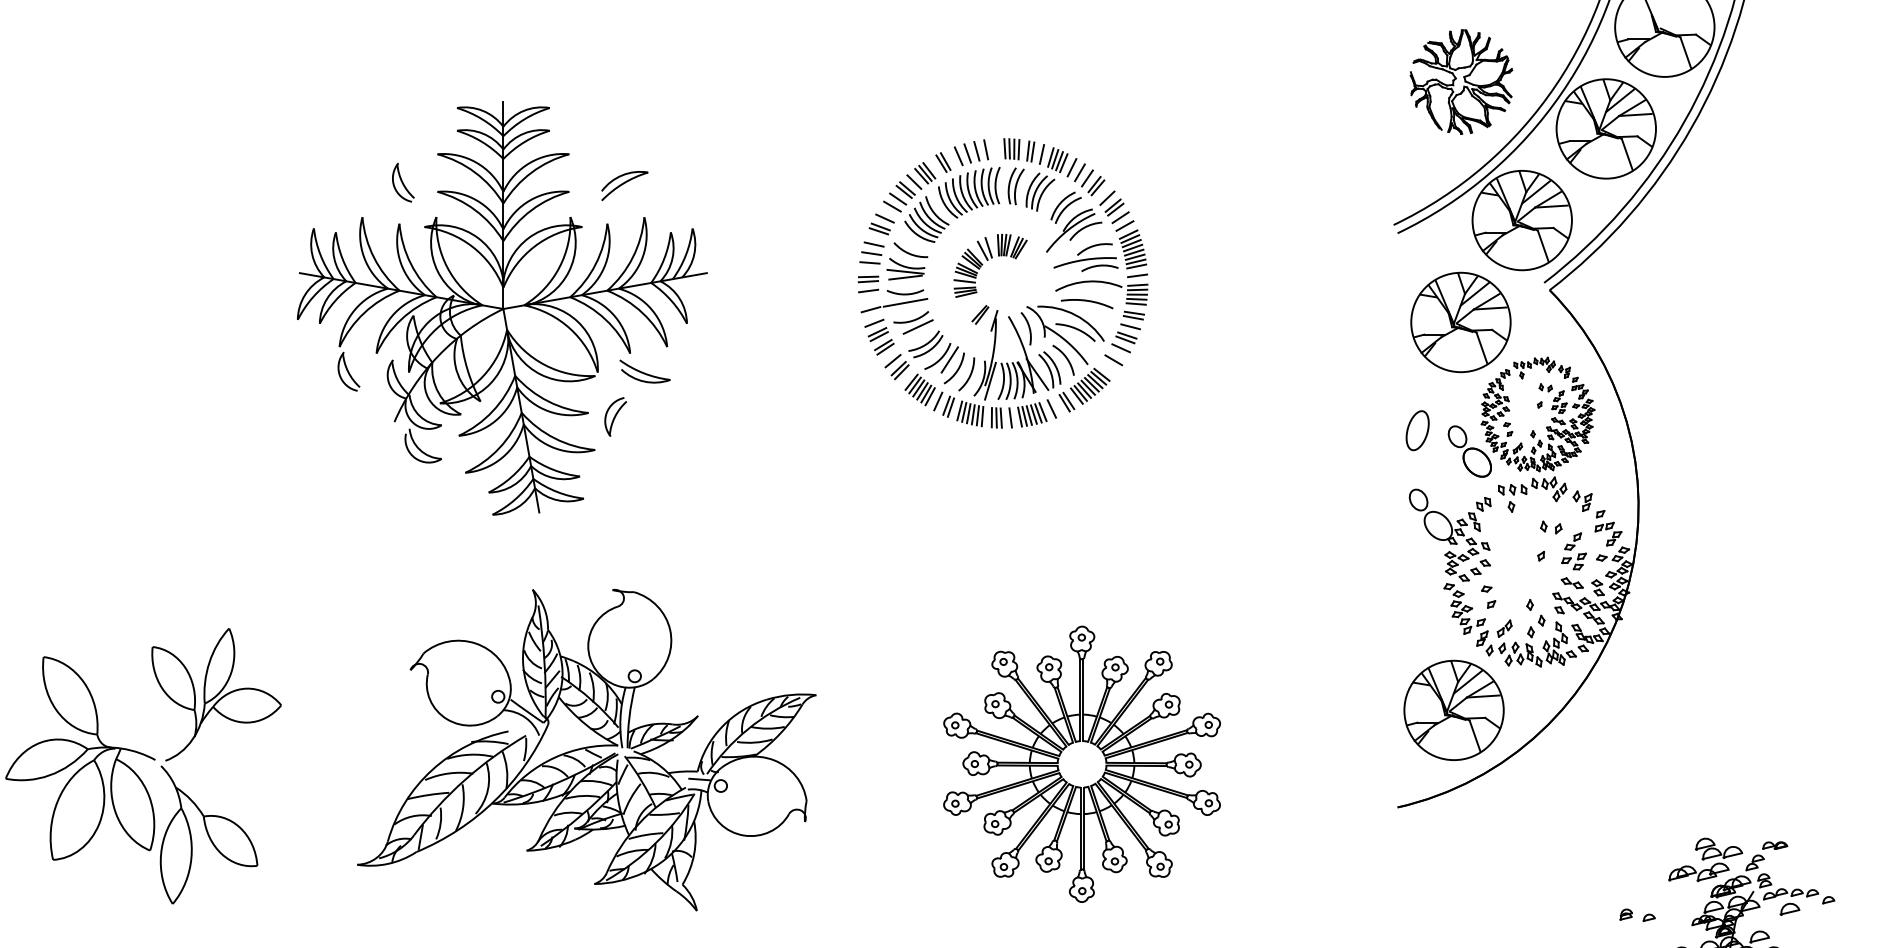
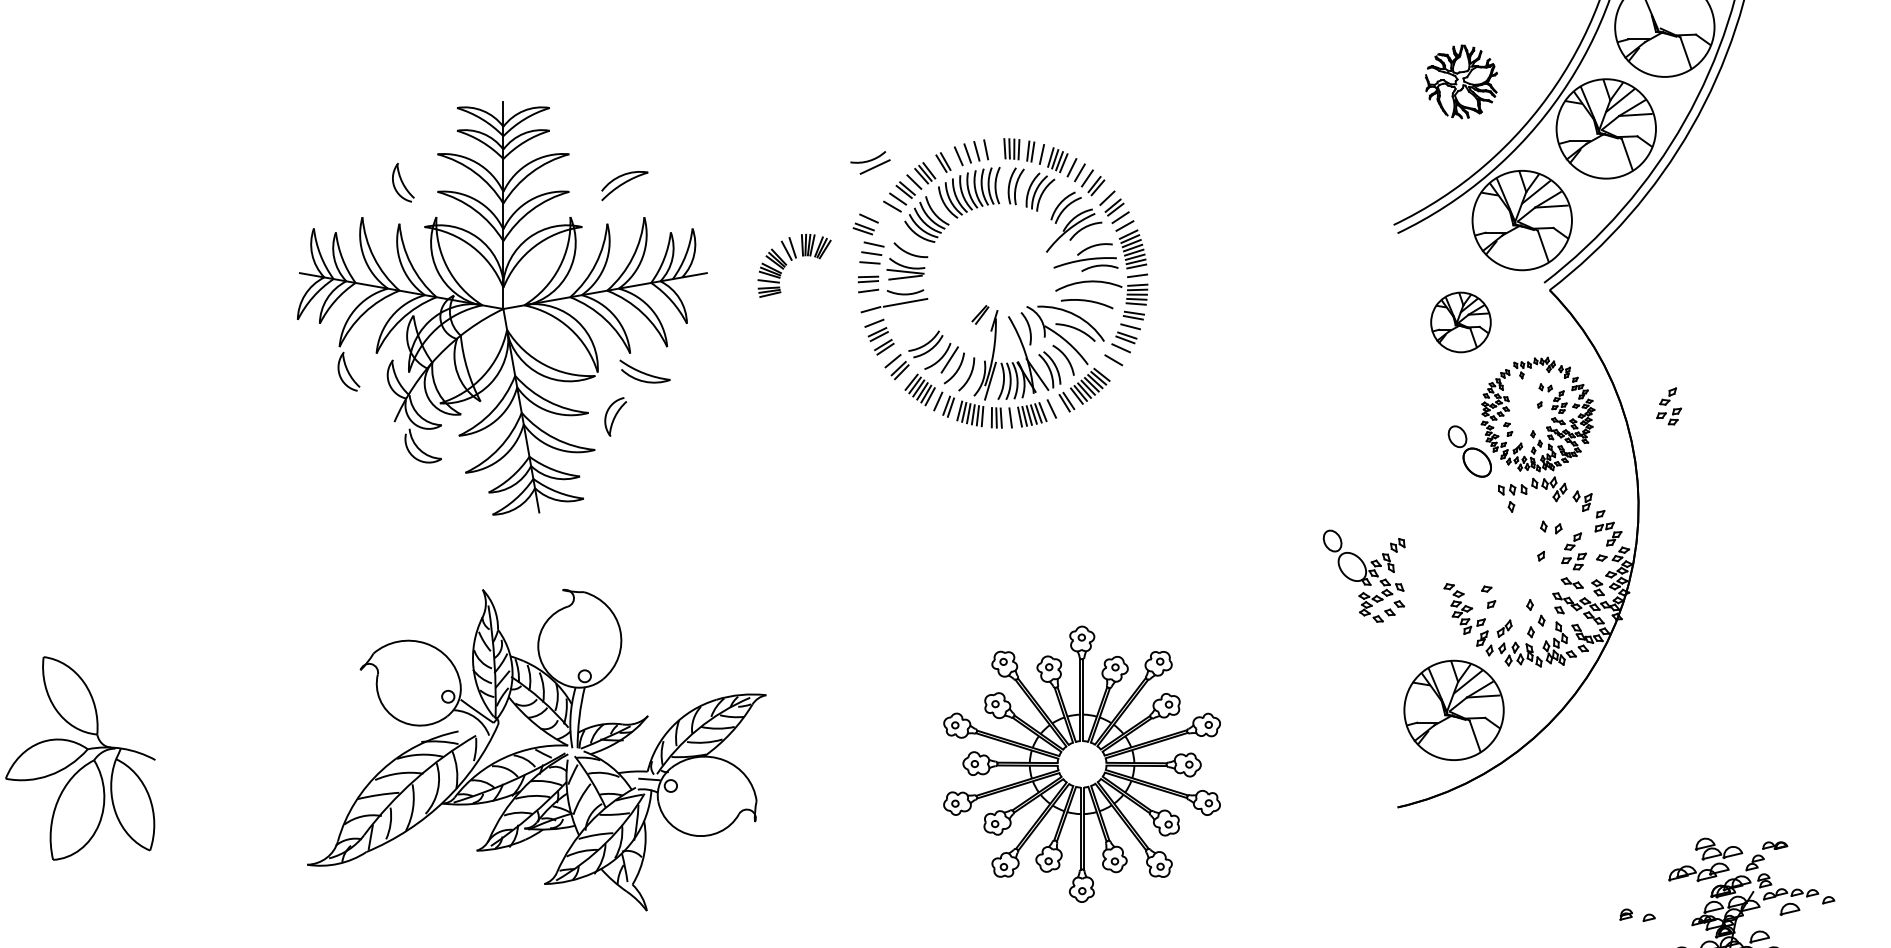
part at (1461, 81) size: 105x106 px -> 73x76 px
part at (881, 224) position: (881, 224) -> (865, 224)
part at (990, 265) position: (990, 265) -> (794, 265)
part at (913, 322) position: (913, 322) -> (870, 162)
part at (1460, 322) size: 102x103 px -> 62x63 px
part at (1668, 406): none -> present
part at (1417, 430): present -> none
part at (1449, 534) position: (1449, 534) -> (1363, 575)
part at (189, 745): present -> none
part at (586, 749) position: (586, 749) -> (536, 749)
